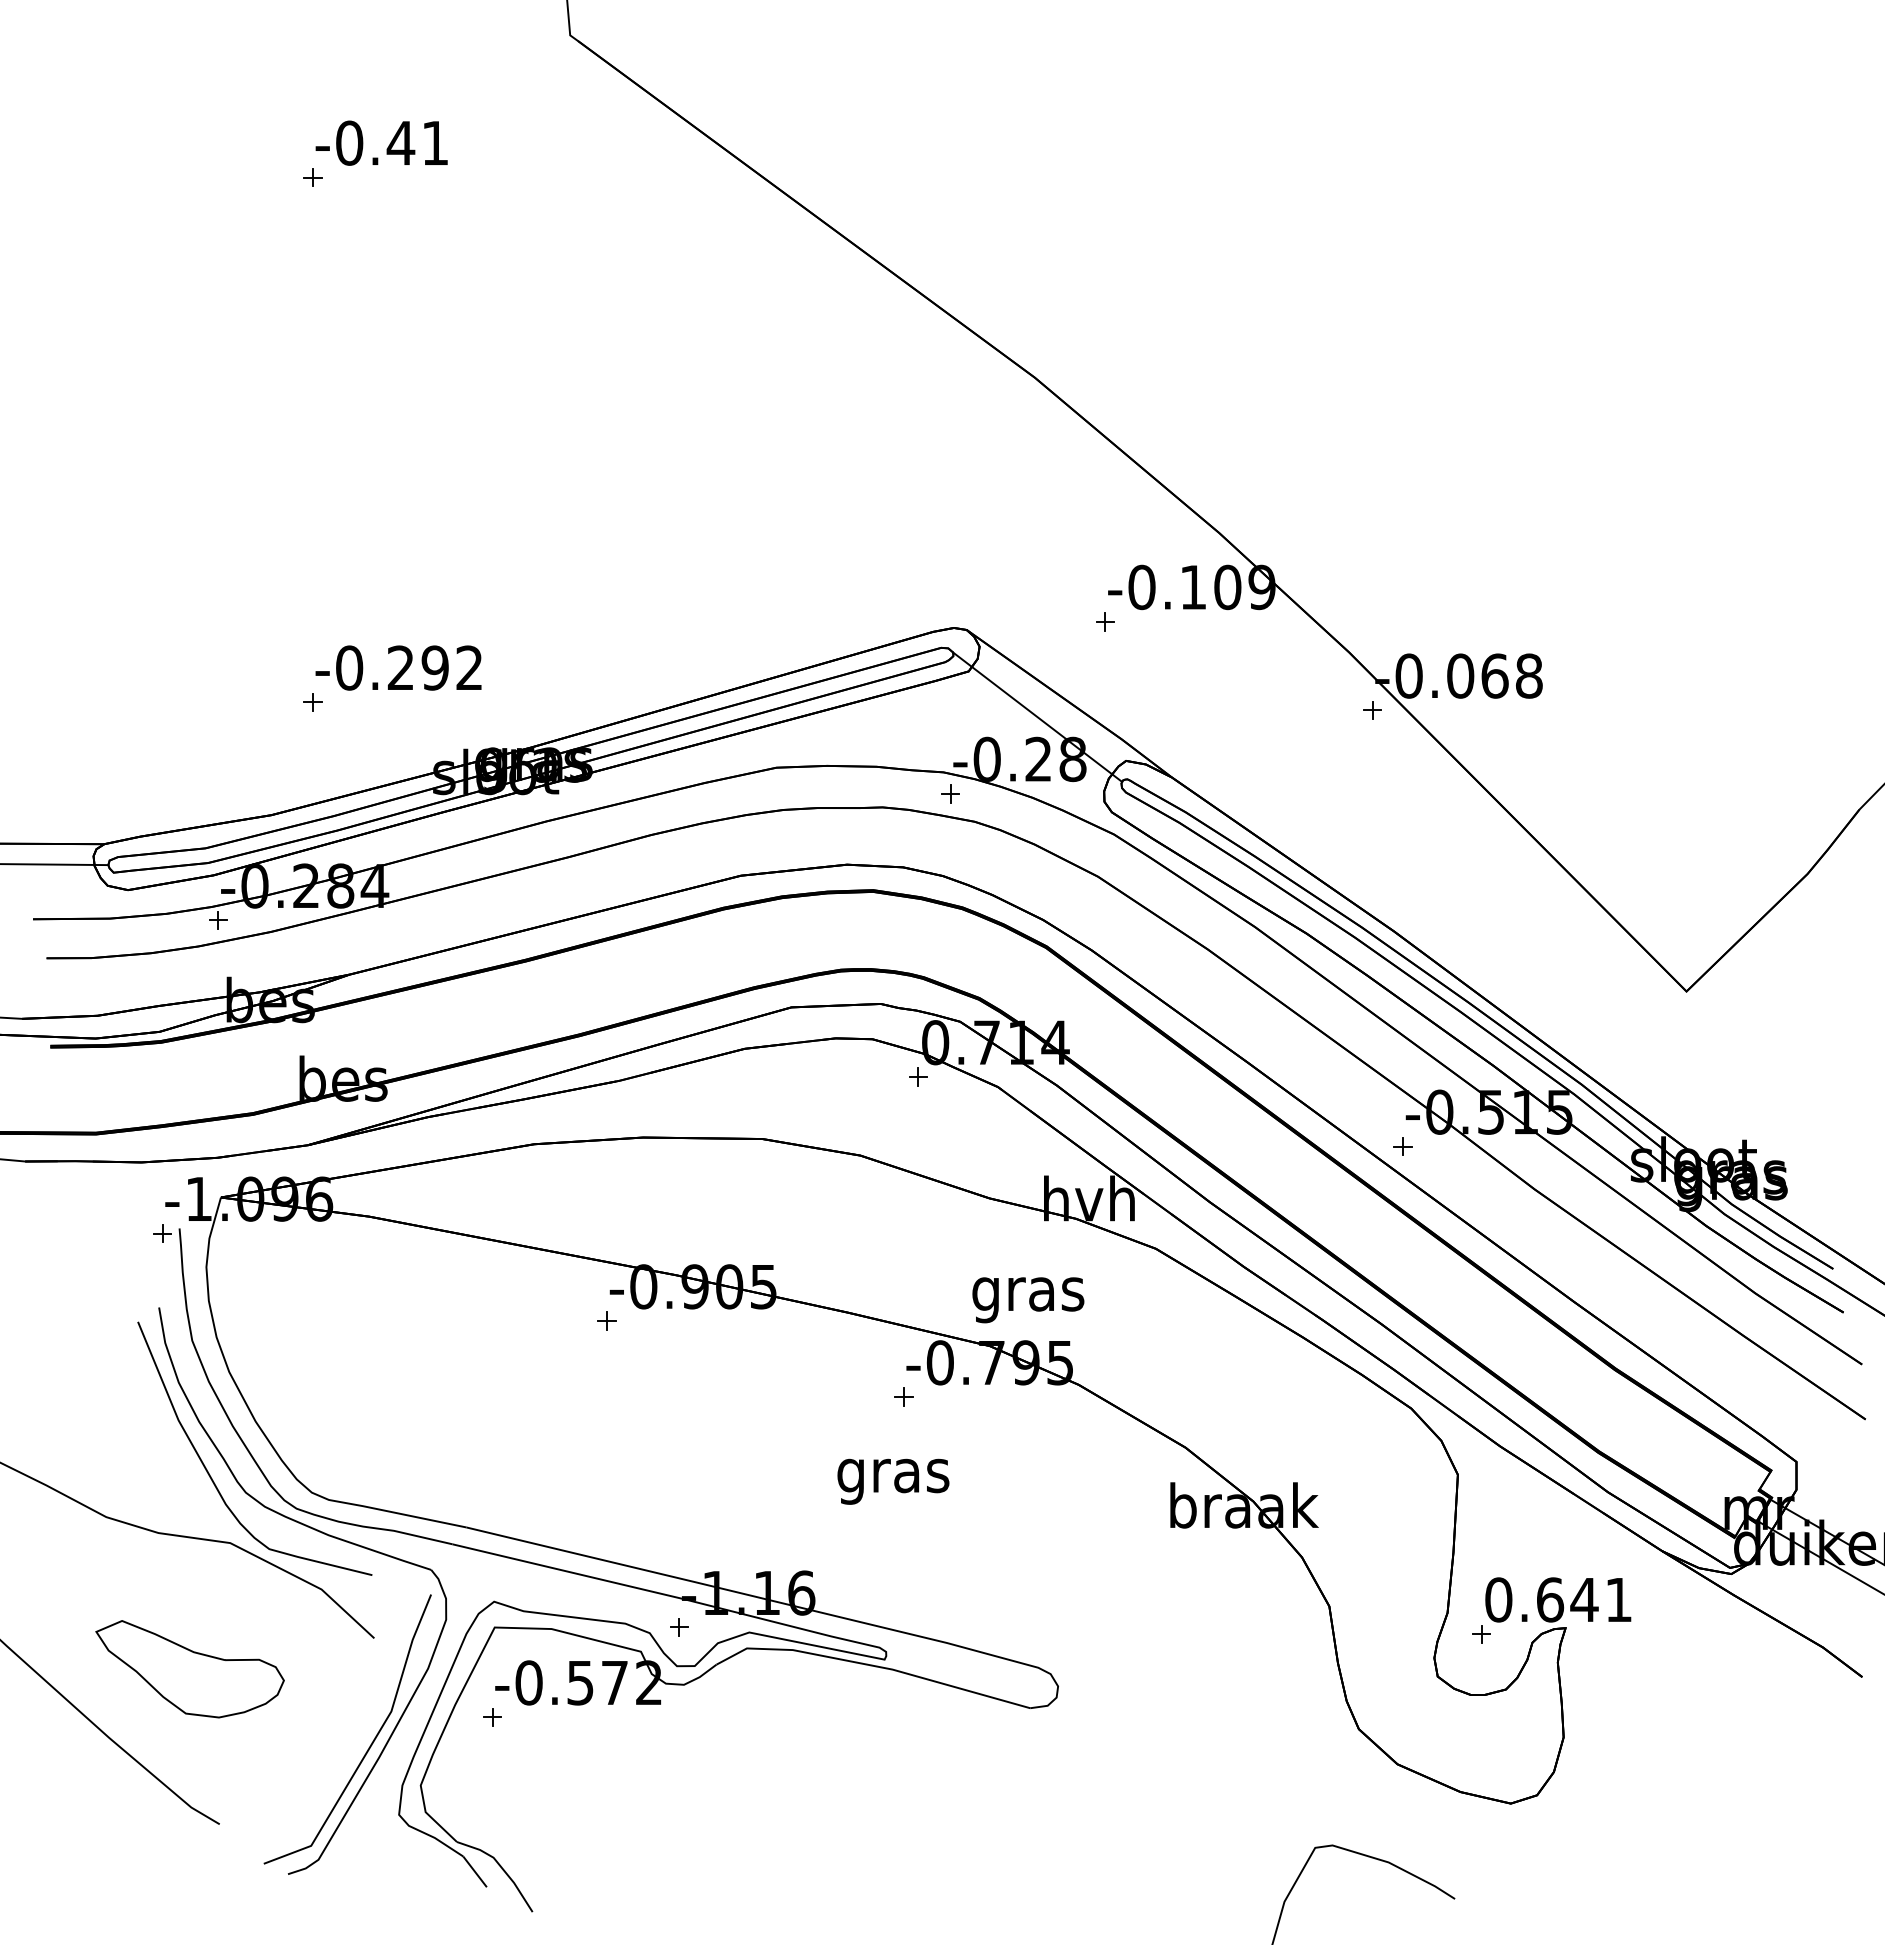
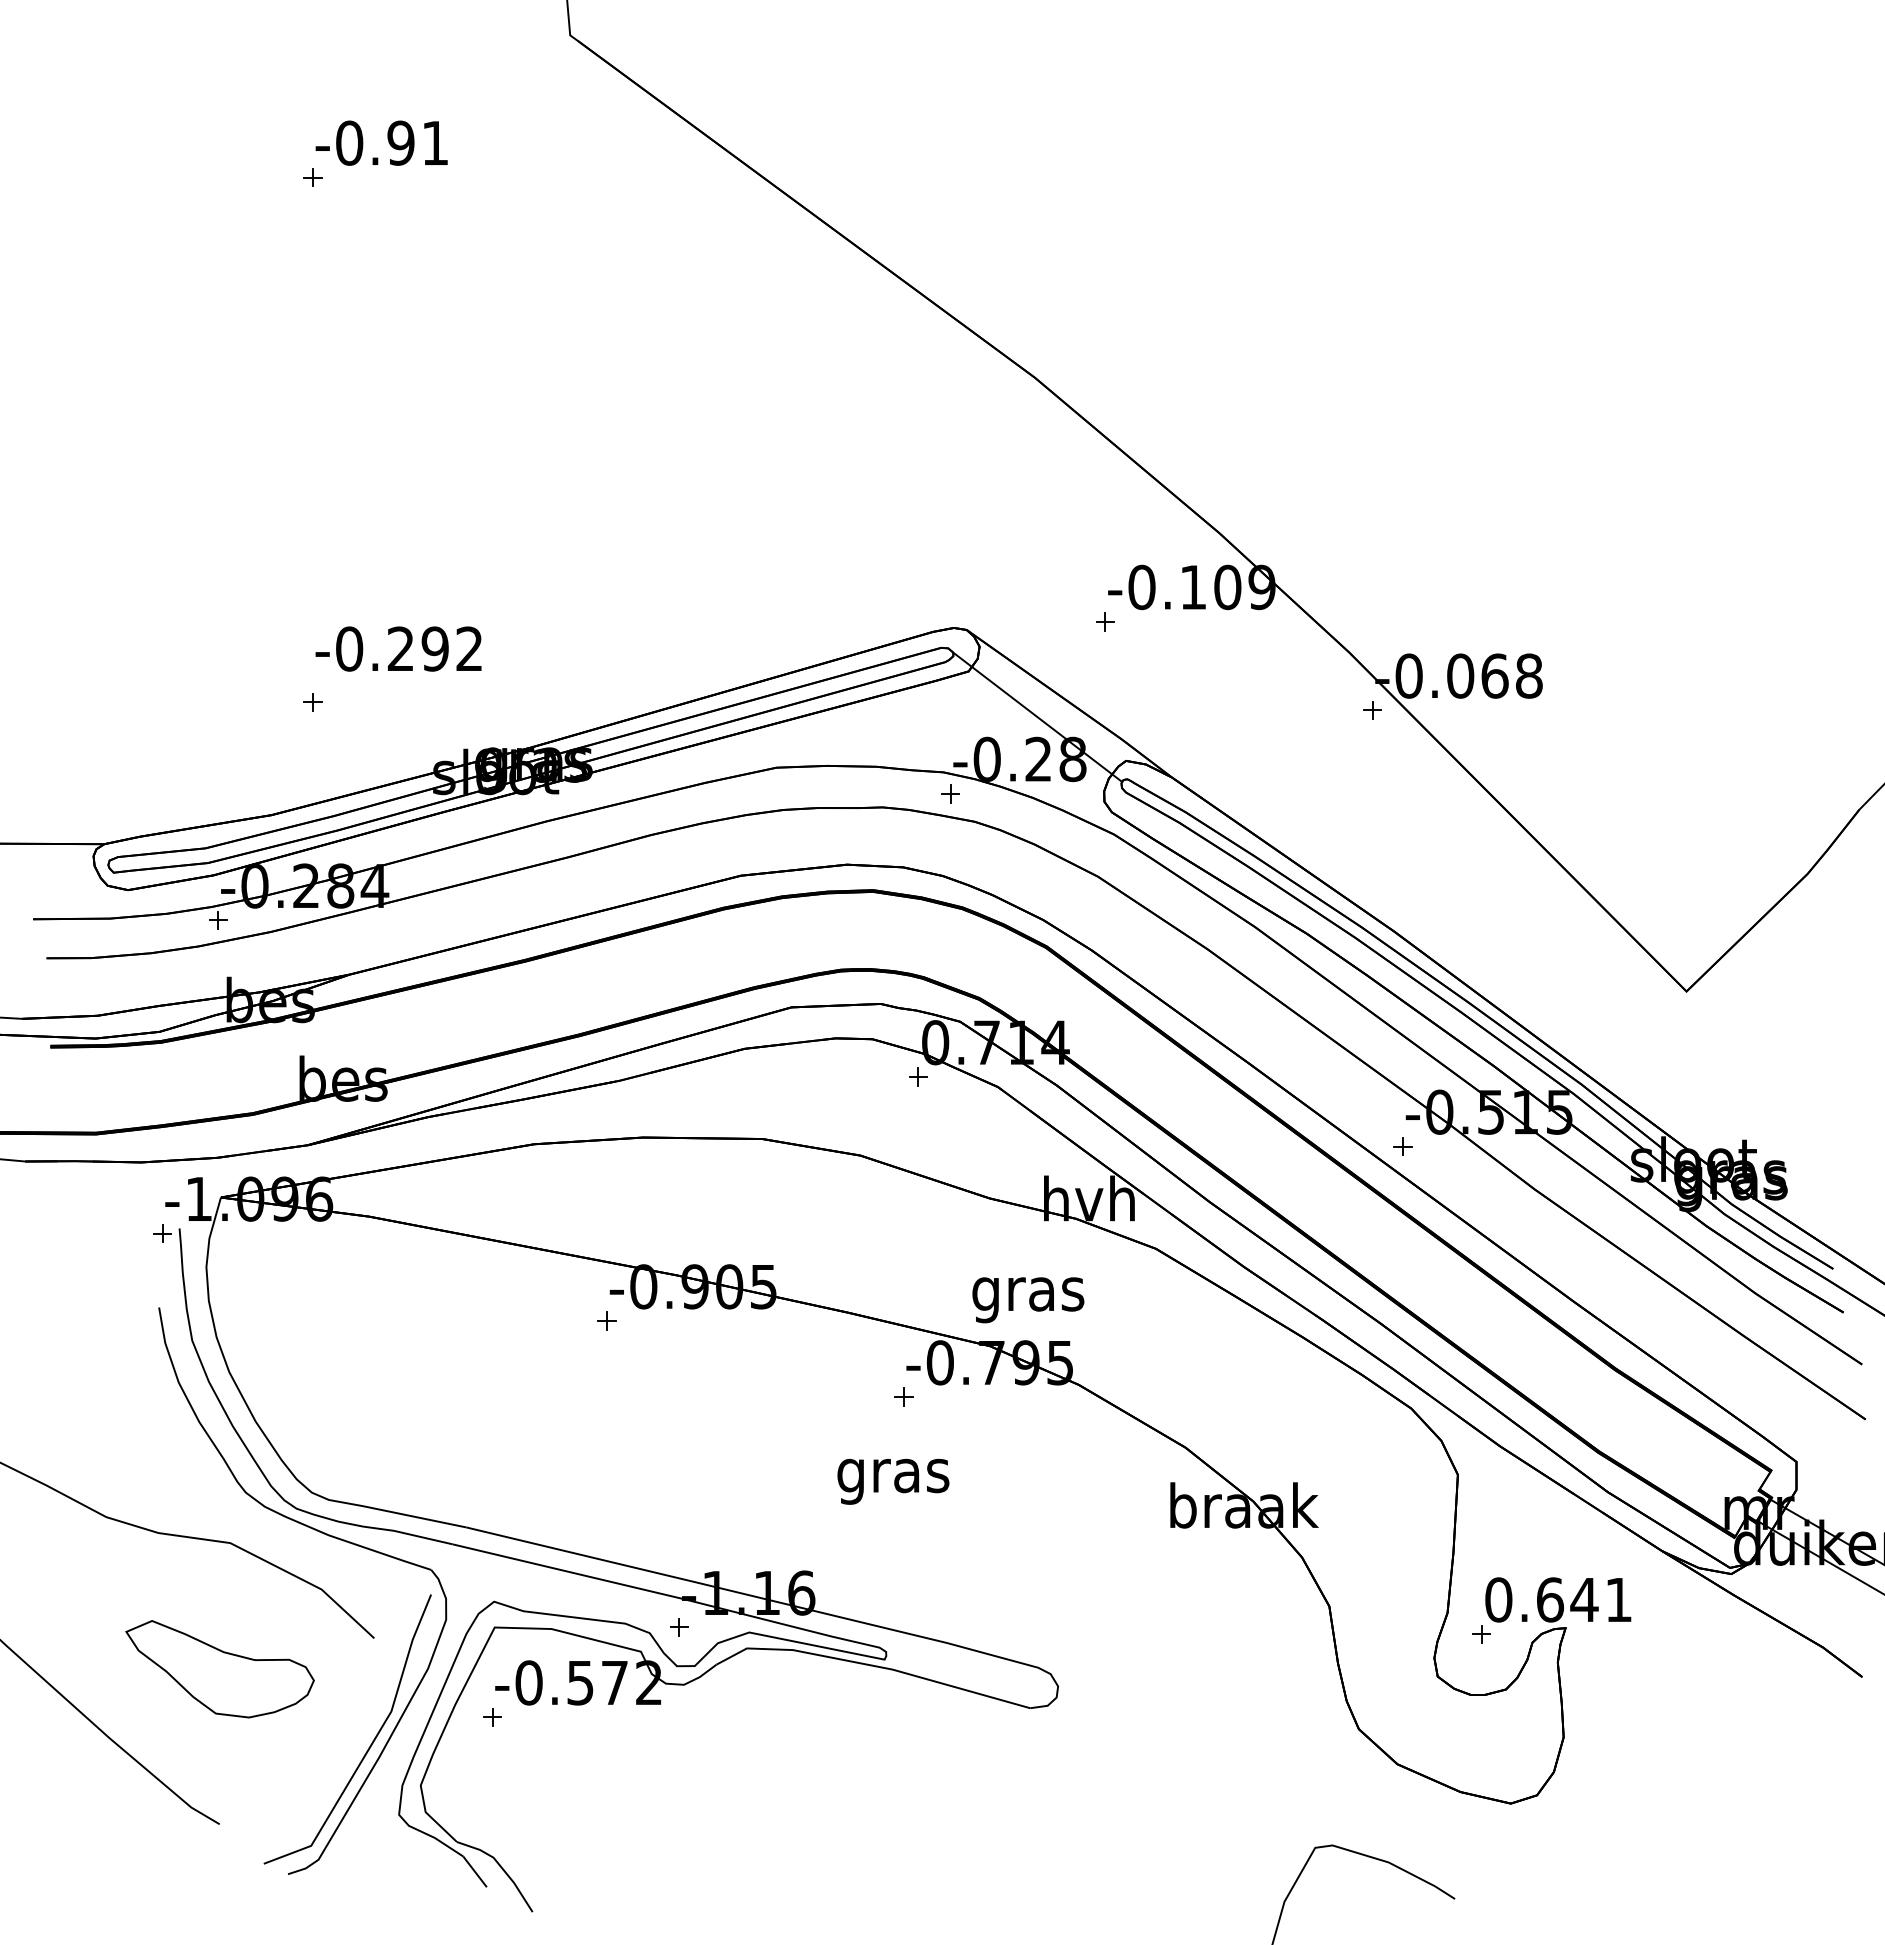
text at (400, 142): -0.41 -> -0.91
text at (398, 667) position: (398, 667) -> (398, 648)
line at (55, 864): present -> none
curve at (210, 1474): present -> none
part at (189, 1669) position: (189, 1669) -> (219, 1669)
